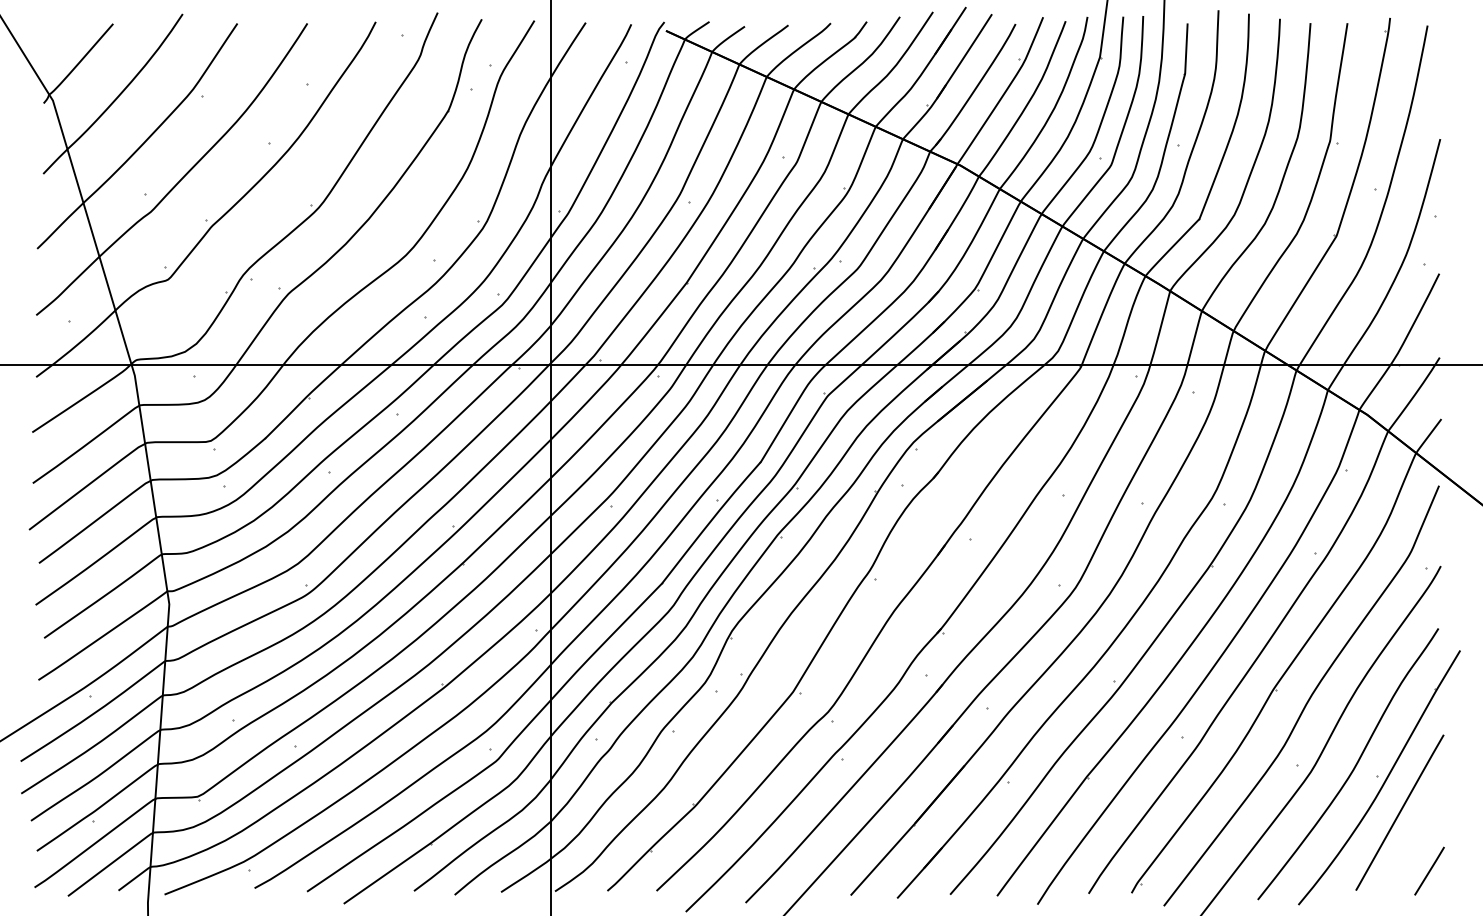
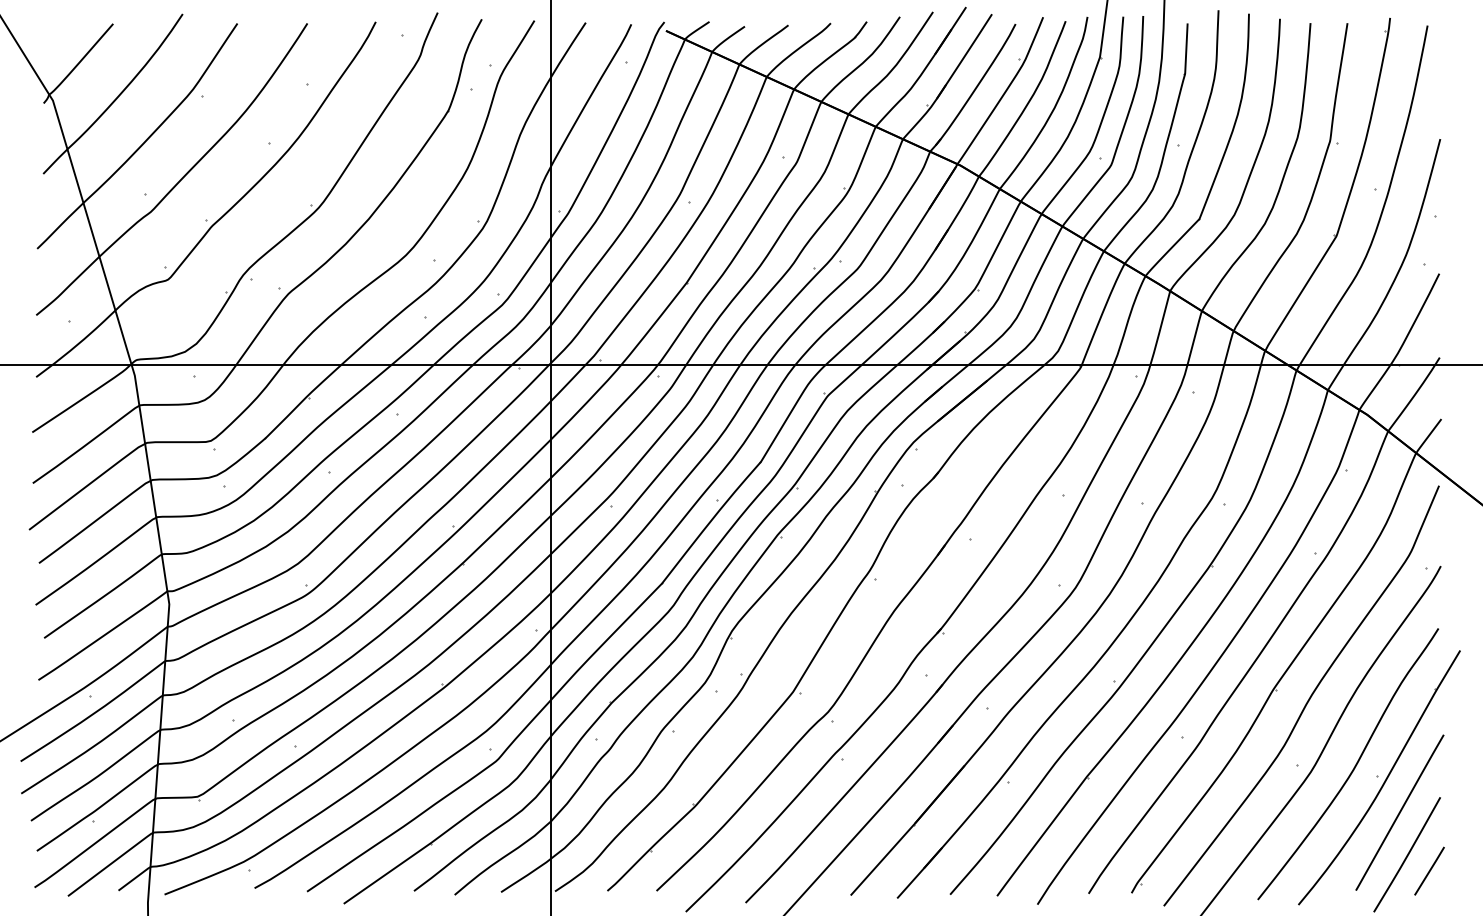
line at (1407, 854): none -> present
